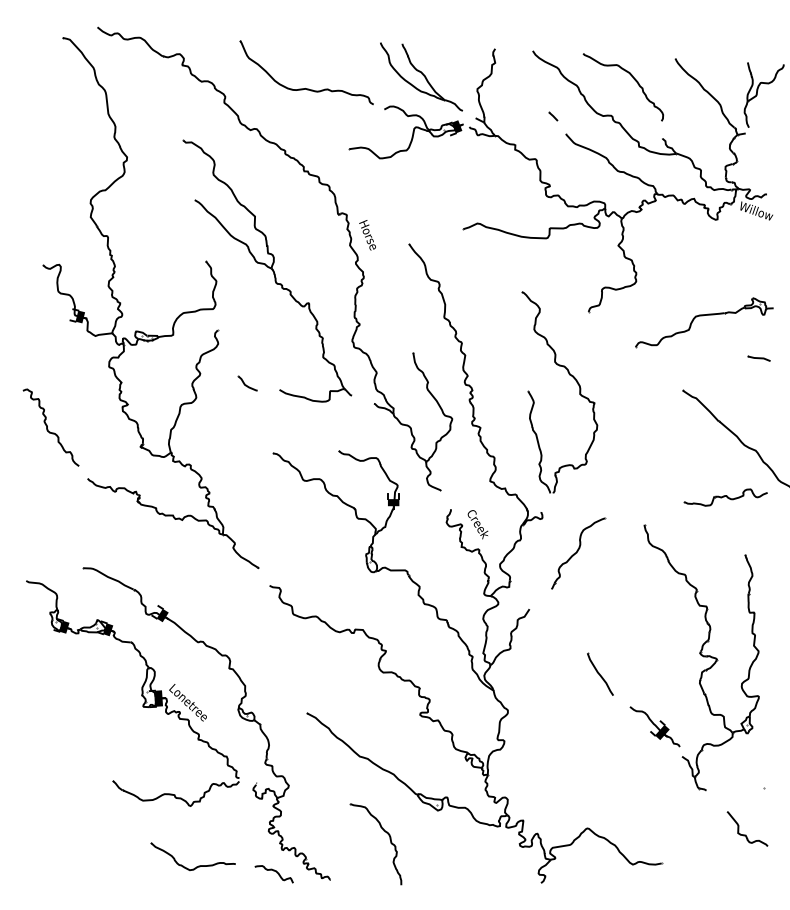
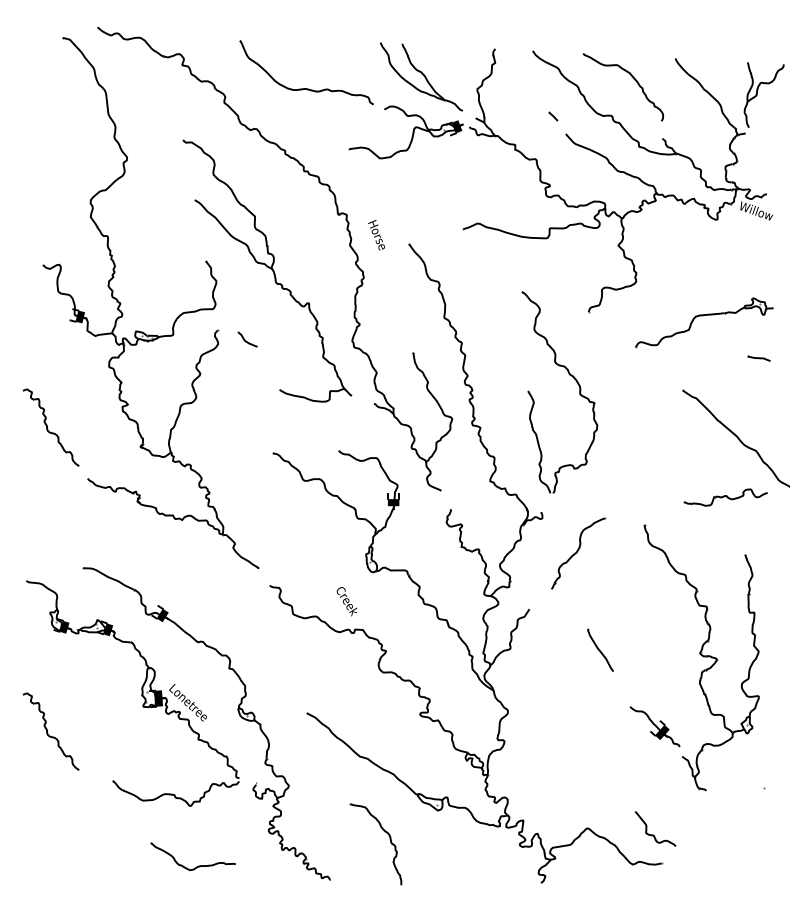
text at (367, 235) position: (367, 235) -> (376, 235)
part at (247, 383) position: (247, 383) -> (247, 339)
text at (477, 524) position: (477, 524) -> (346, 601)
part at (600, 673) position: (600, 673) -> (600, 649)
curve at (48, 733): none -> present
curve at (745, 834) position: (745, 834) -> (653, 834)
curve at (275, 872): present -> none
